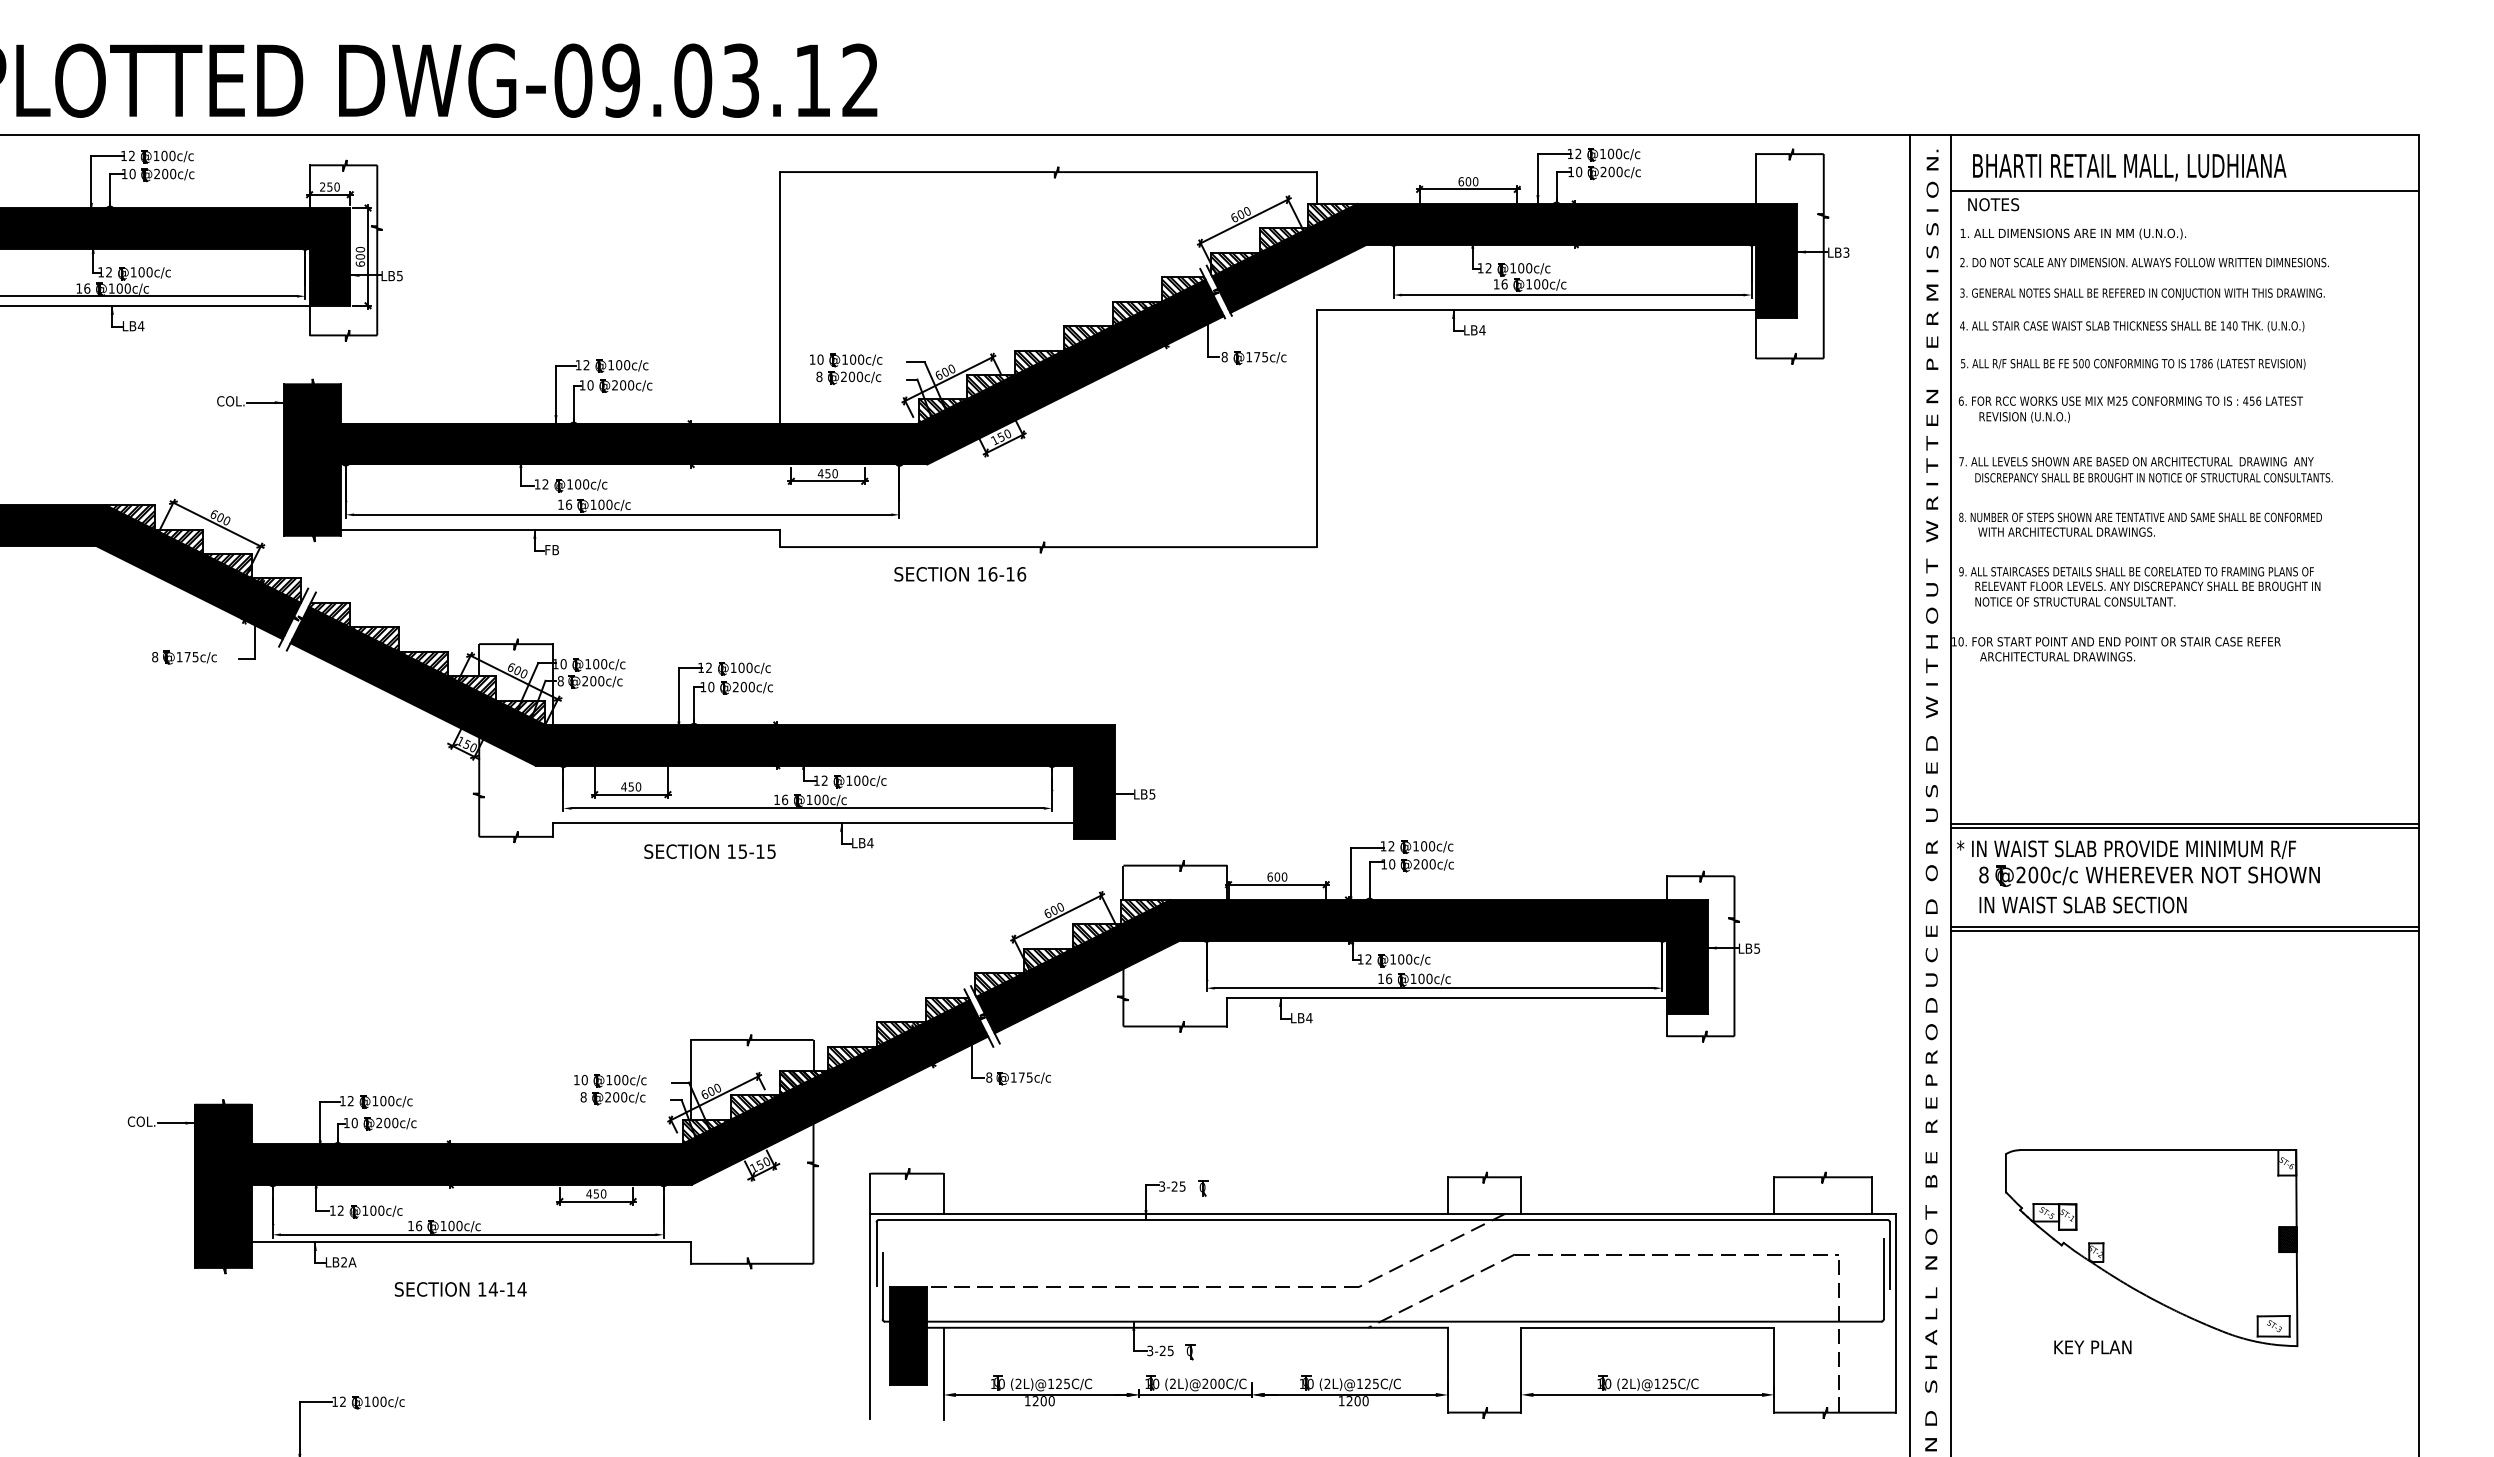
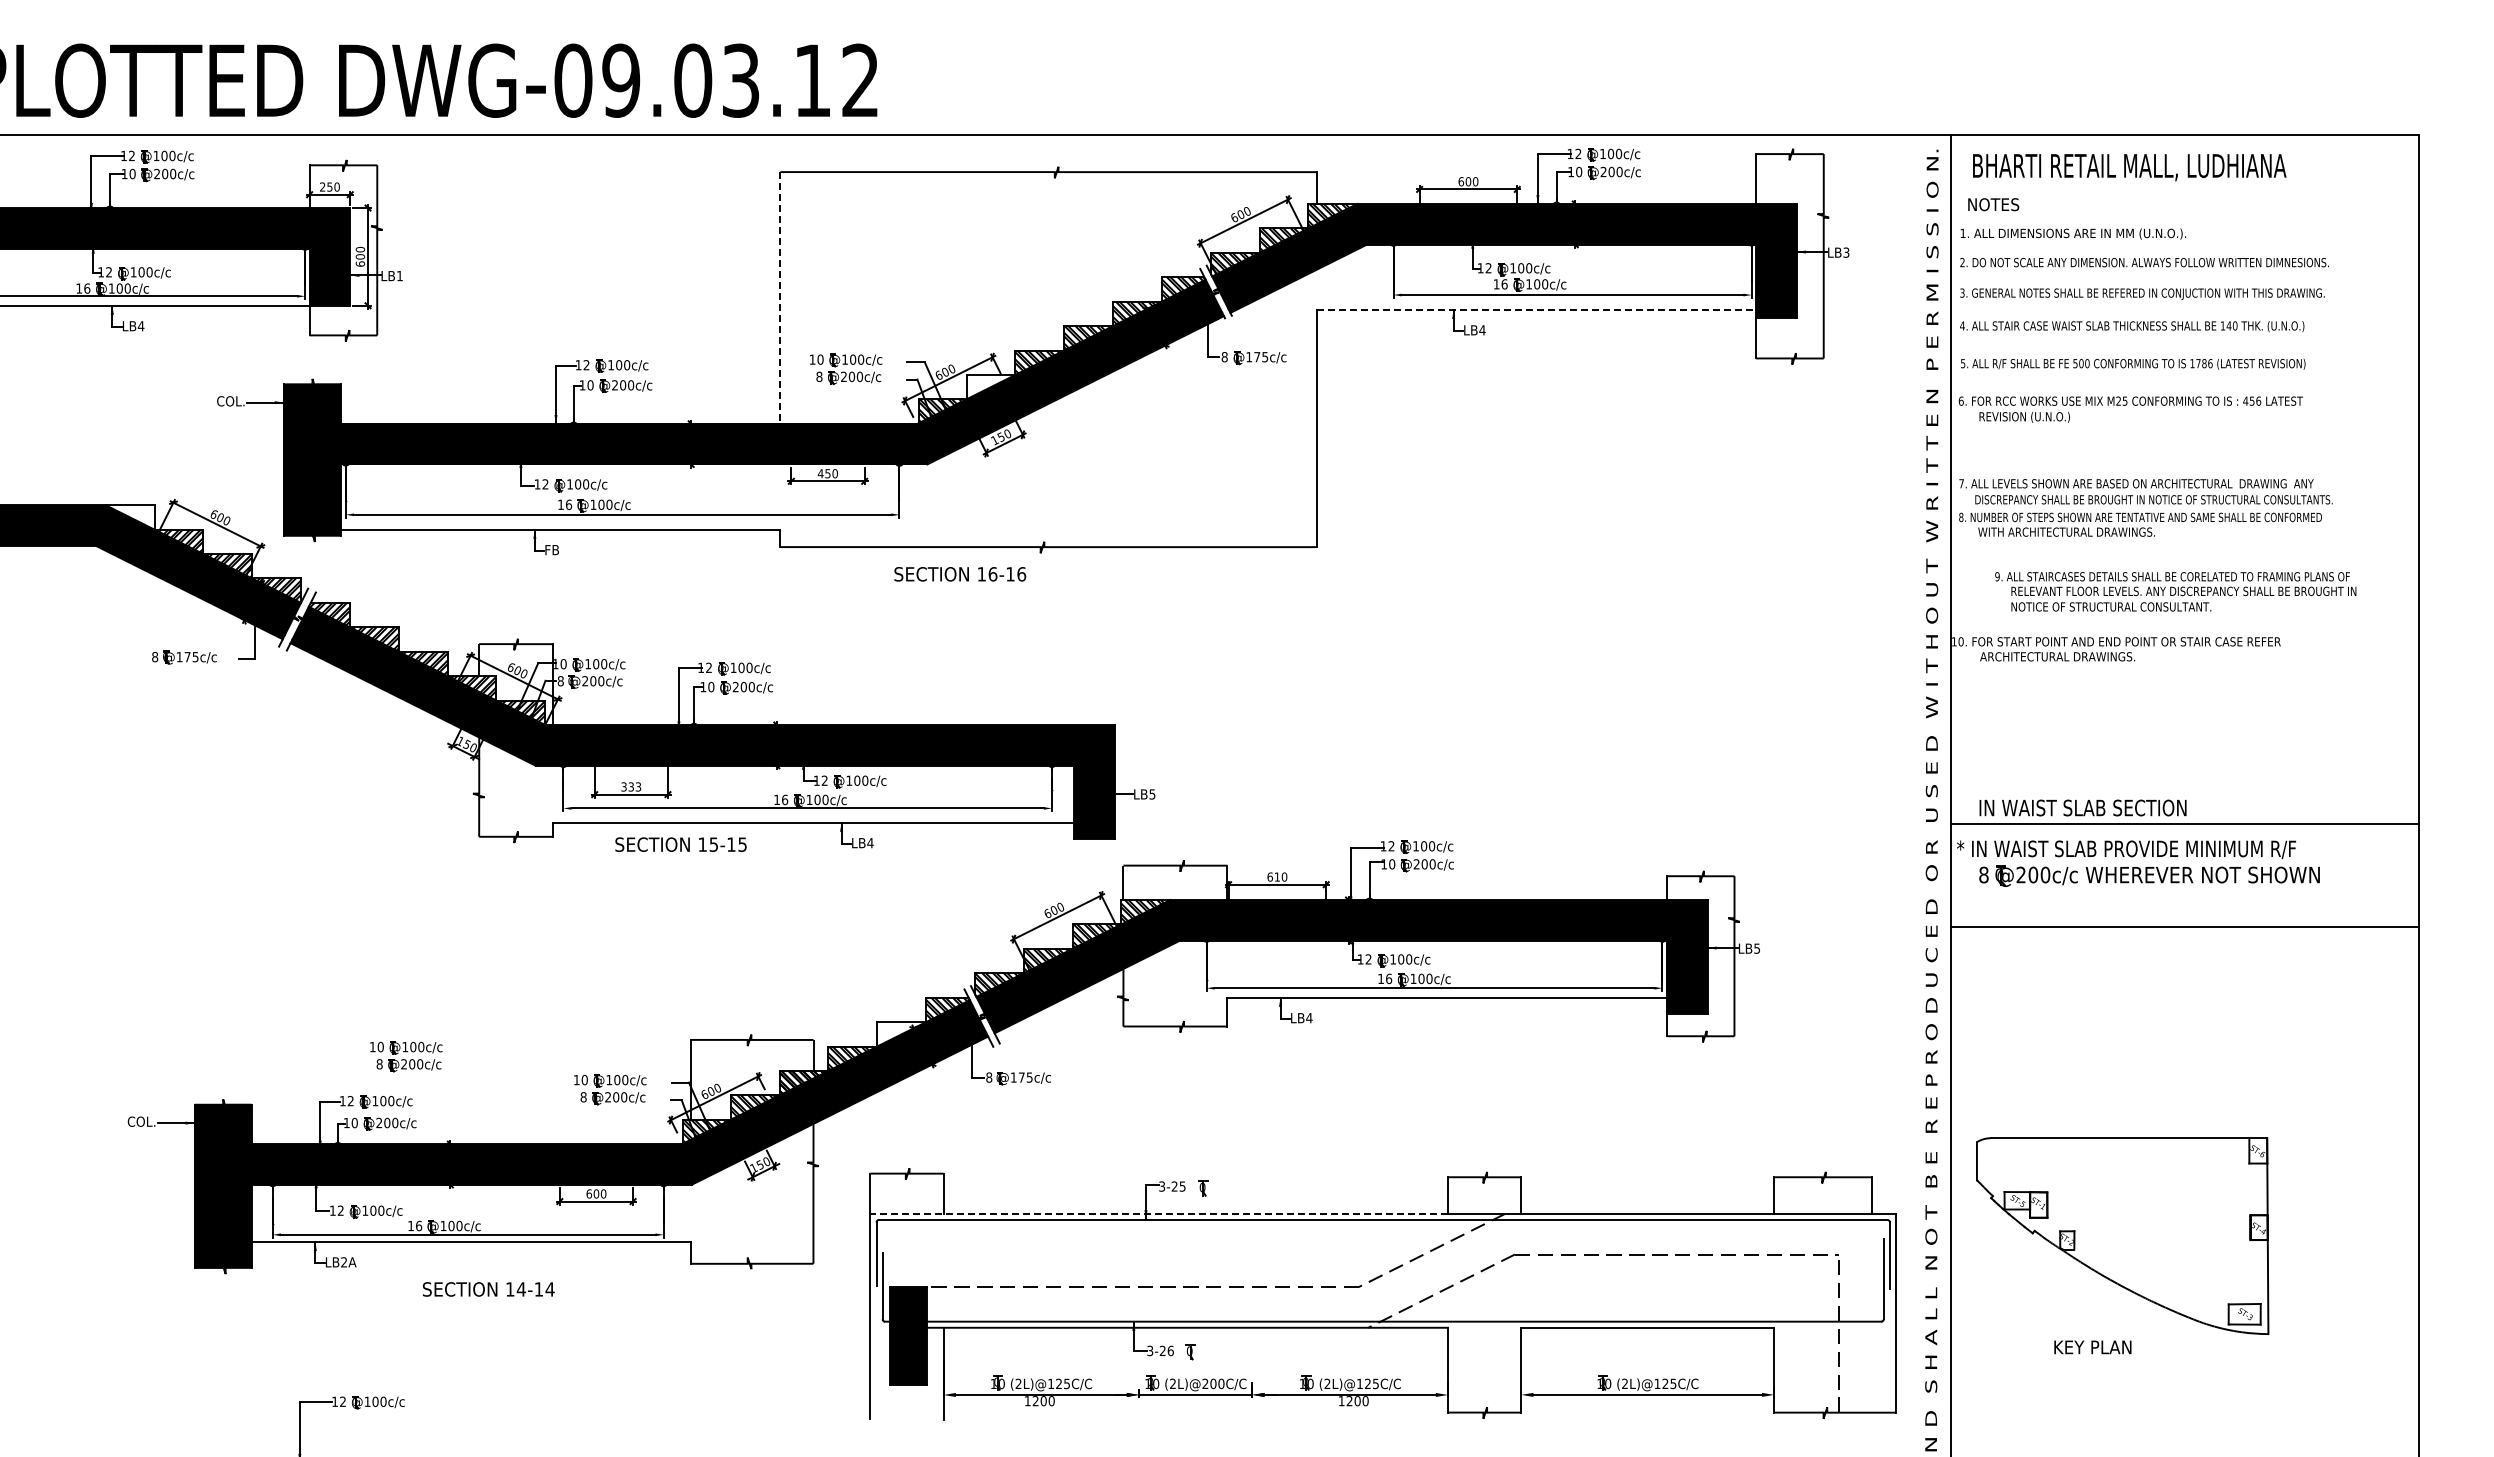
line at (2185, 191): present -> none
text at (399, 276): LB5 -> LB1
line at (780, 297): solid -> dashed
line at (1536, 309): solid -> dashed
hatch at (988, 386): present -> none
text at (2145, 469) position: (2145, 469) -> (2145, 491)
hatch at (130, 516): present -> none
text at (2139, 586) position: (2139, 586) -> (2175, 591)
text at (631, 786): 450 -> 333
line at (1910, 794): present -> none
line at (2185, 828): present -> none
text at (709, 851) position: (709, 851) -> (680, 844)
text at (1277, 876): 600 -> 610
text at (2082, 904) position: (2082, 904) -> (2082, 807)
line at (2185, 930): present -> none
hatch at (900, 1033): present -> none
part at (406, 1056): none -> present
text at (592, 1193): 450 -> 600
line at (1159, 1213): solid -> dashed
part at (2151, 1247) position: (2151, 1247) -> (2122, 1235)
text at (460, 1289) position: (460, 1289) -> (488, 1289)
text at (1170, 1350): 3-25 -> 3-26
